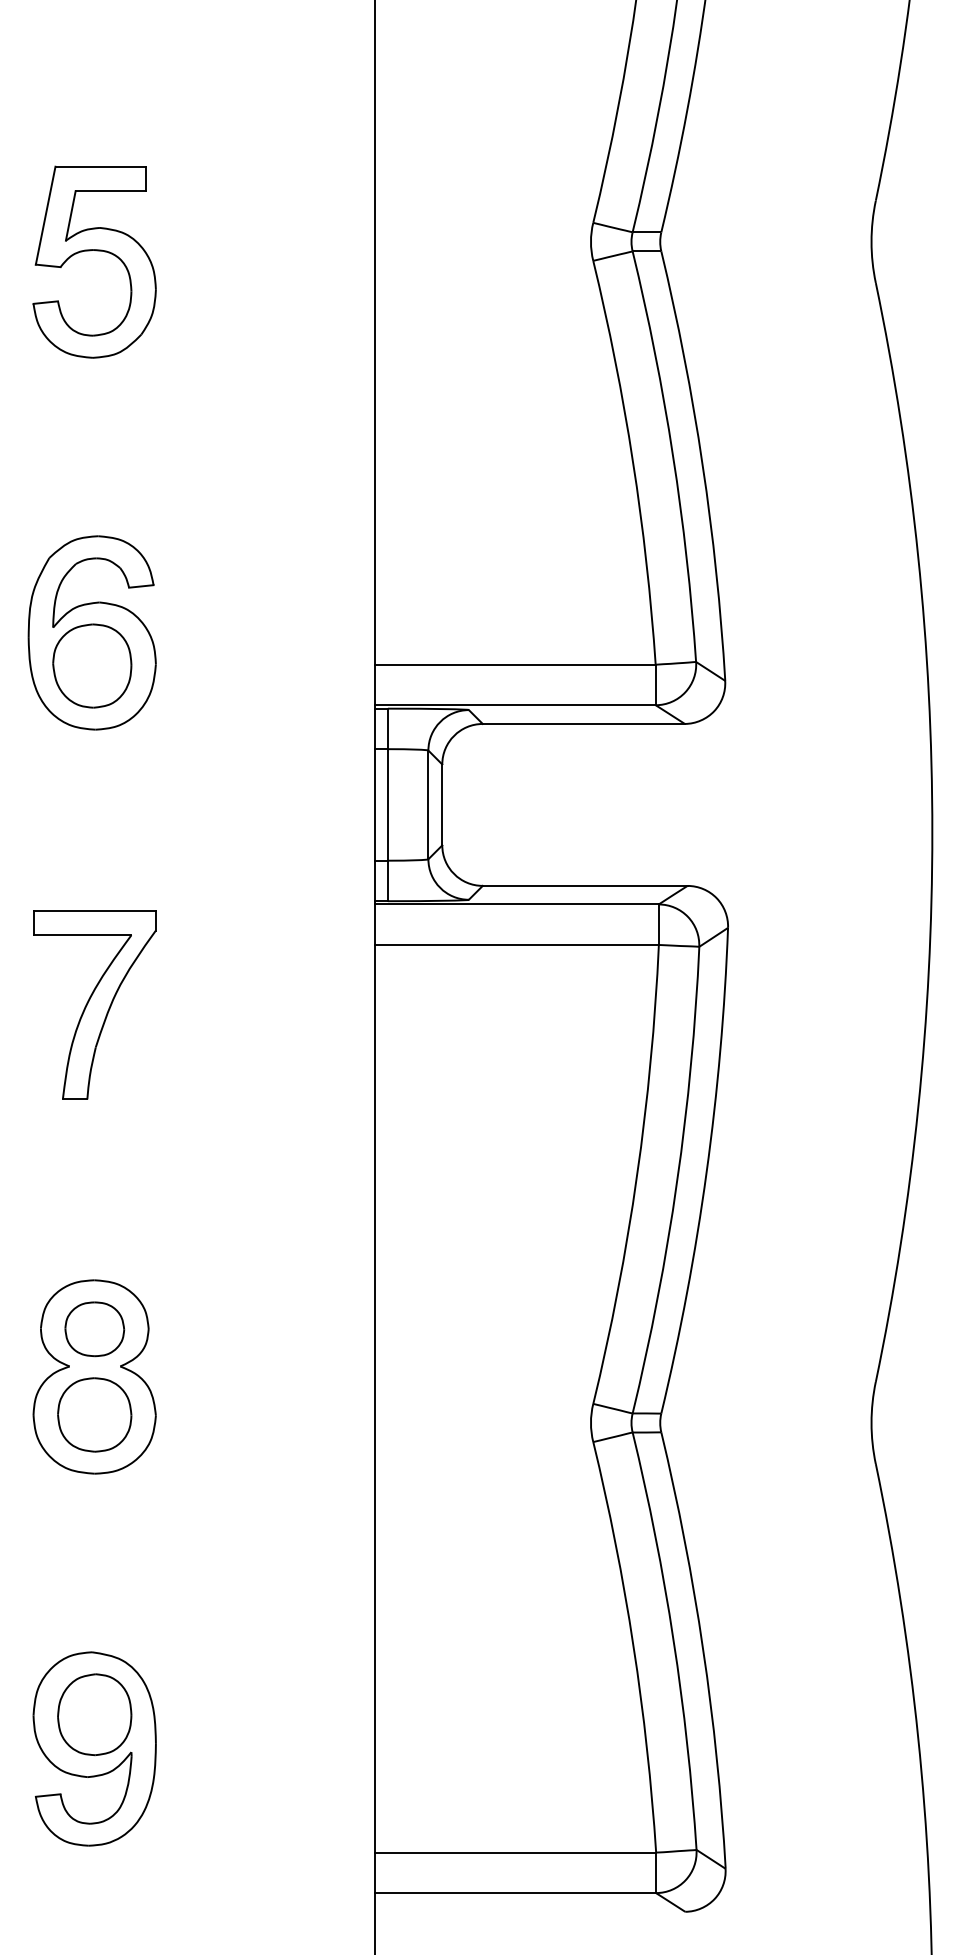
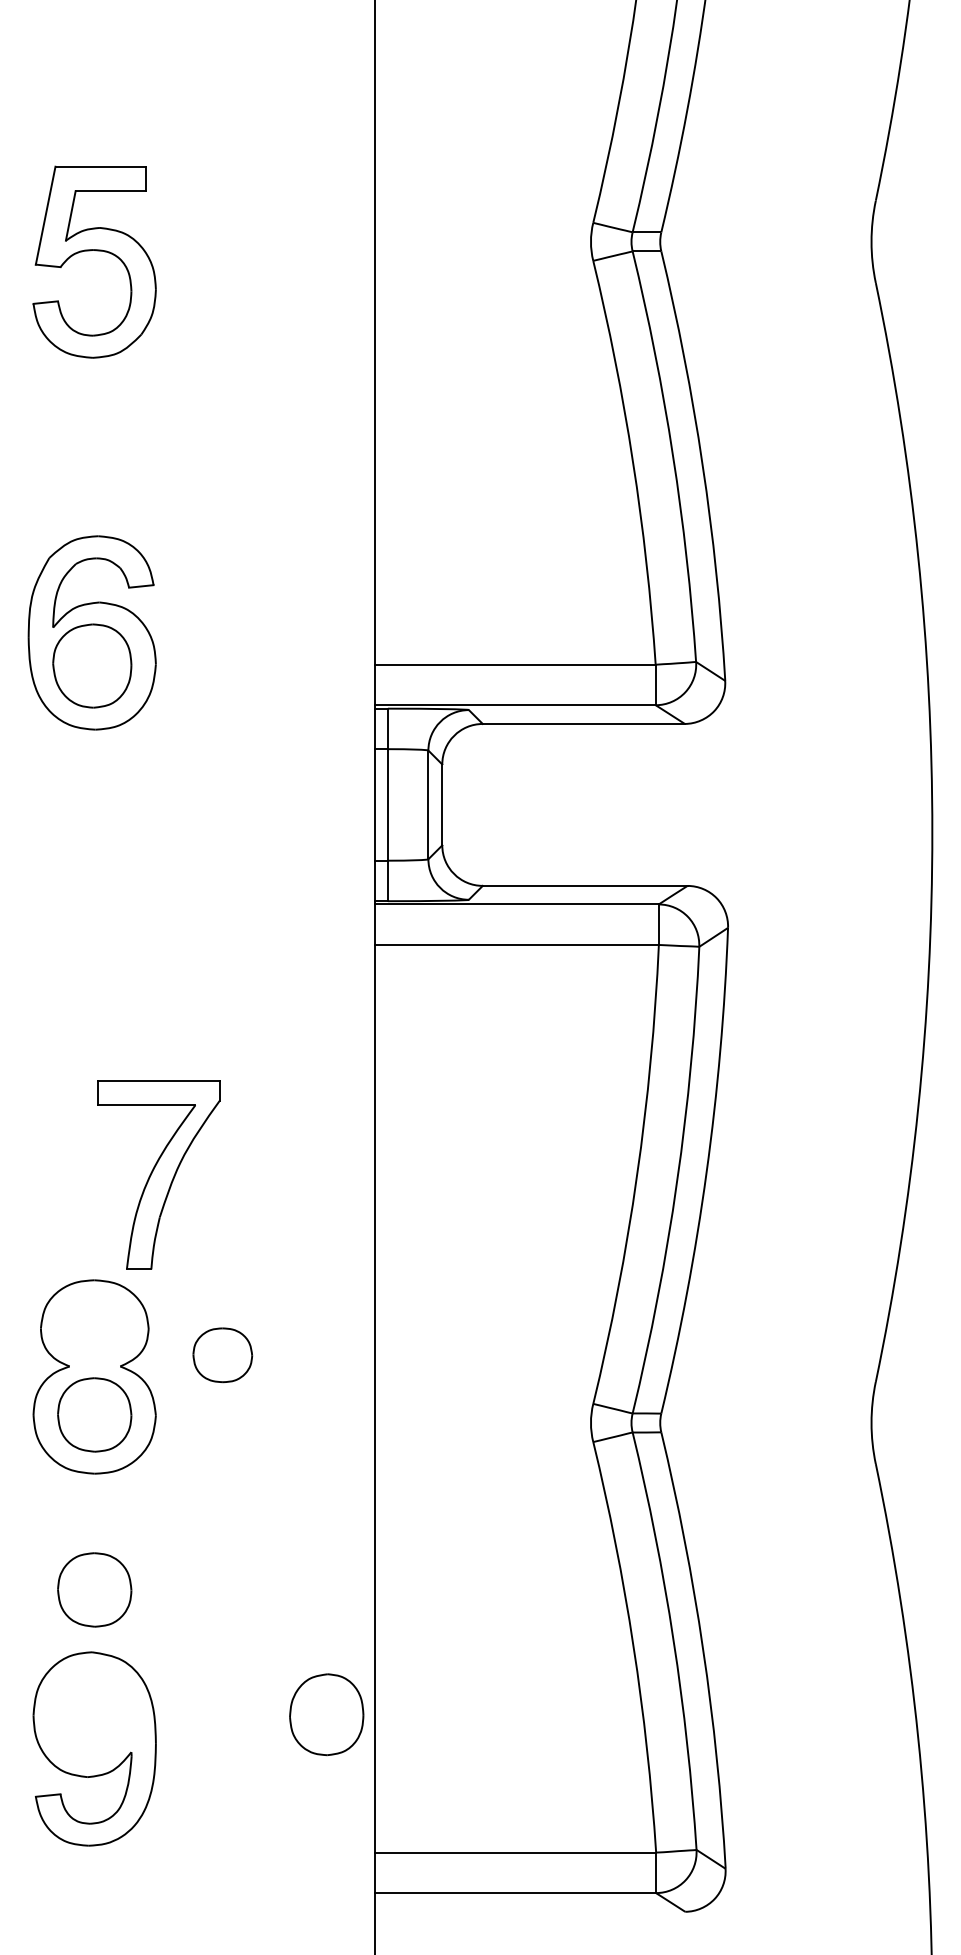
part at (94, 1004) position: (94, 1004) -> (158, 1174)
part at (94, 1329) position: (94, 1329) -> (222, 1355)
part at (94, 1589): none -> present
part at (94, 1714) position: (94, 1714) -> (326, 1714)
